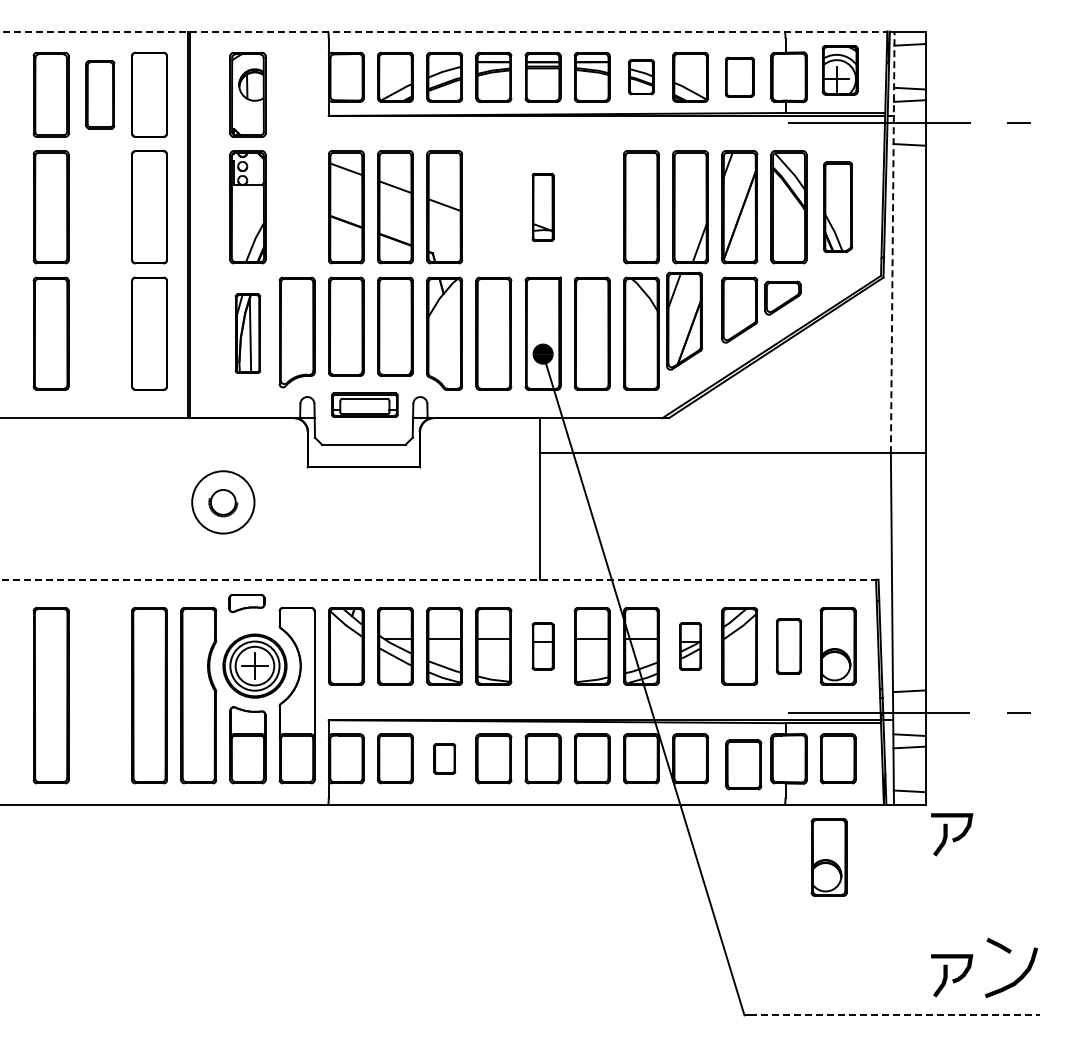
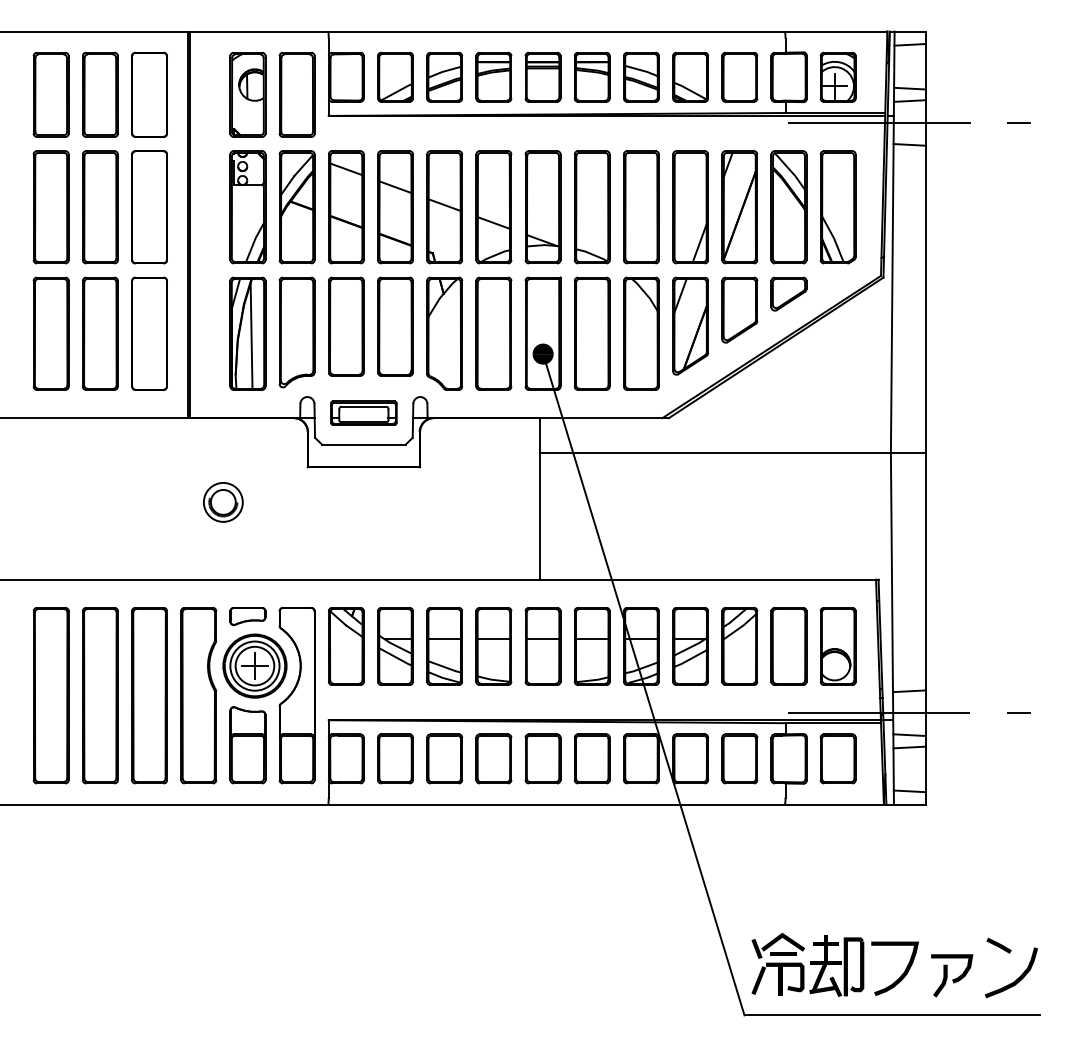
line at (444, 31): dashed -> solid
part at (839, 69) position: (839, 69) -> (837, 76)
part at (739, 76) size: 30x42 px -> 38x52 px
part at (641, 77) size: 27x37 px -> 37x52 px
part at (100, 94) size: 31x70 px -> 37x87 px
part at (296, 94): none -> present
part at (542, 206) size: 24x70 px -> 38x115 px
part at (100, 207): none -> present
part at (296, 207): none -> present
part at (493, 207): none -> present
part at (591, 207): none -> present
part at (837, 207) size: 30x93 px -> 38x115 px
line at (892, 242): dashed -> solid
part at (782, 297) position: (782, 297) -> (788, 293)
part at (684, 320) position: (684, 320) -> (690, 325)
part at (100, 333): none -> present
part at (247, 333) size: 27x81 px -> 38x115 px
part at (364, 404) position: (364, 404) -> (363, 412)
circle at (223, 502) diameter: 62 px -> 39 px
line at (439, 579): dashed -> solid
part at (246, 603) position: (246, 603) -> (247, 616)
part at (542, 646) size: 24x49 px -> 38x79 px
part at (690, 646) size: 23x49 px -> 37x79 px
part at (788, 646) size: 28x57 px -> 38x79 px
part at (100, 695): none -> present
part at (444, 758) size: 24x32 px -> 38x52 px
part at (743, 764) position: (743, 764) -> (739, 758)
part at (952, 834): present -> none
part at (828, 857): present -> none
part at (834, 964): none -> present
line at (895, 1015): dashed -> solid
